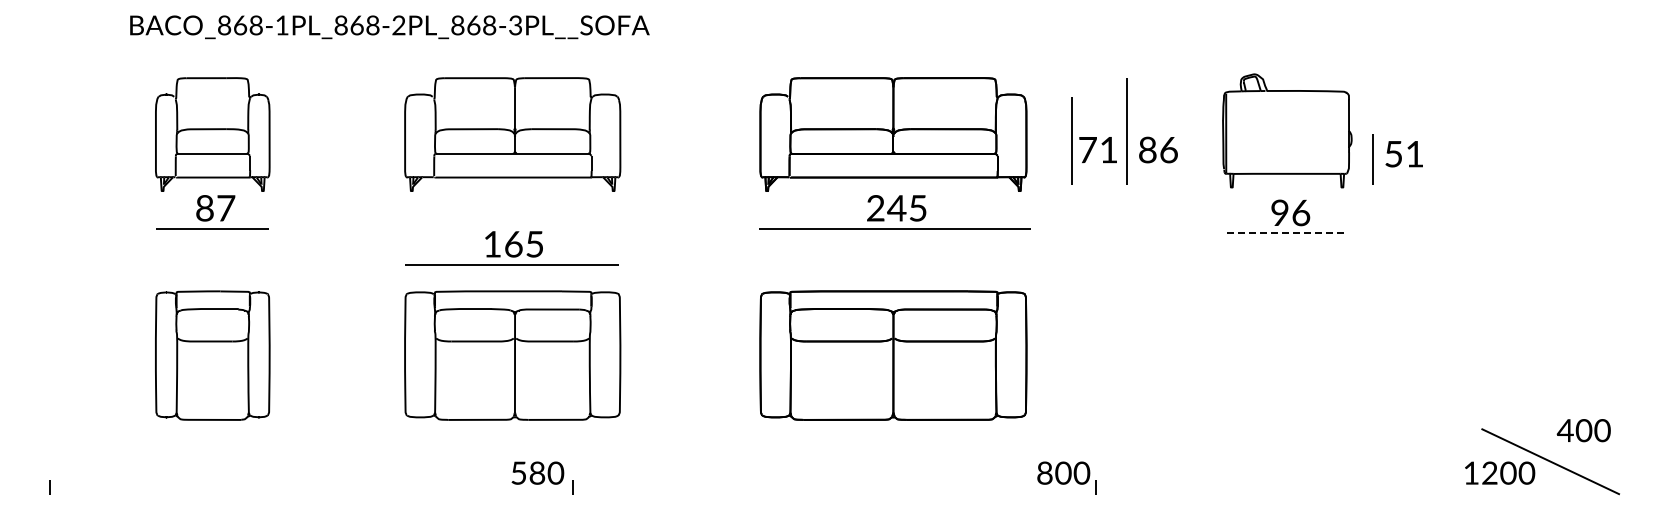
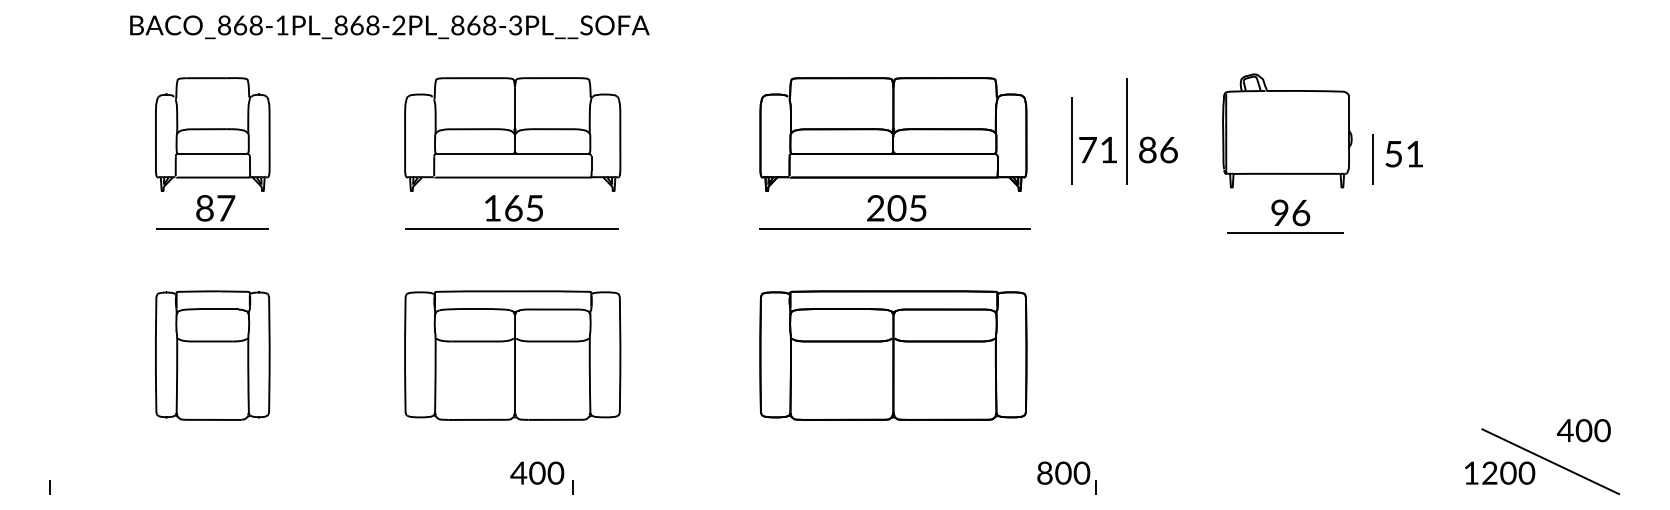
text at (896, 208): 245 -> 205
line at (1285, 233): dashed -> solid
part at (511, 248) position: (511, 248) -> (511, 212)
text at (527, 472): 580 -> 400
